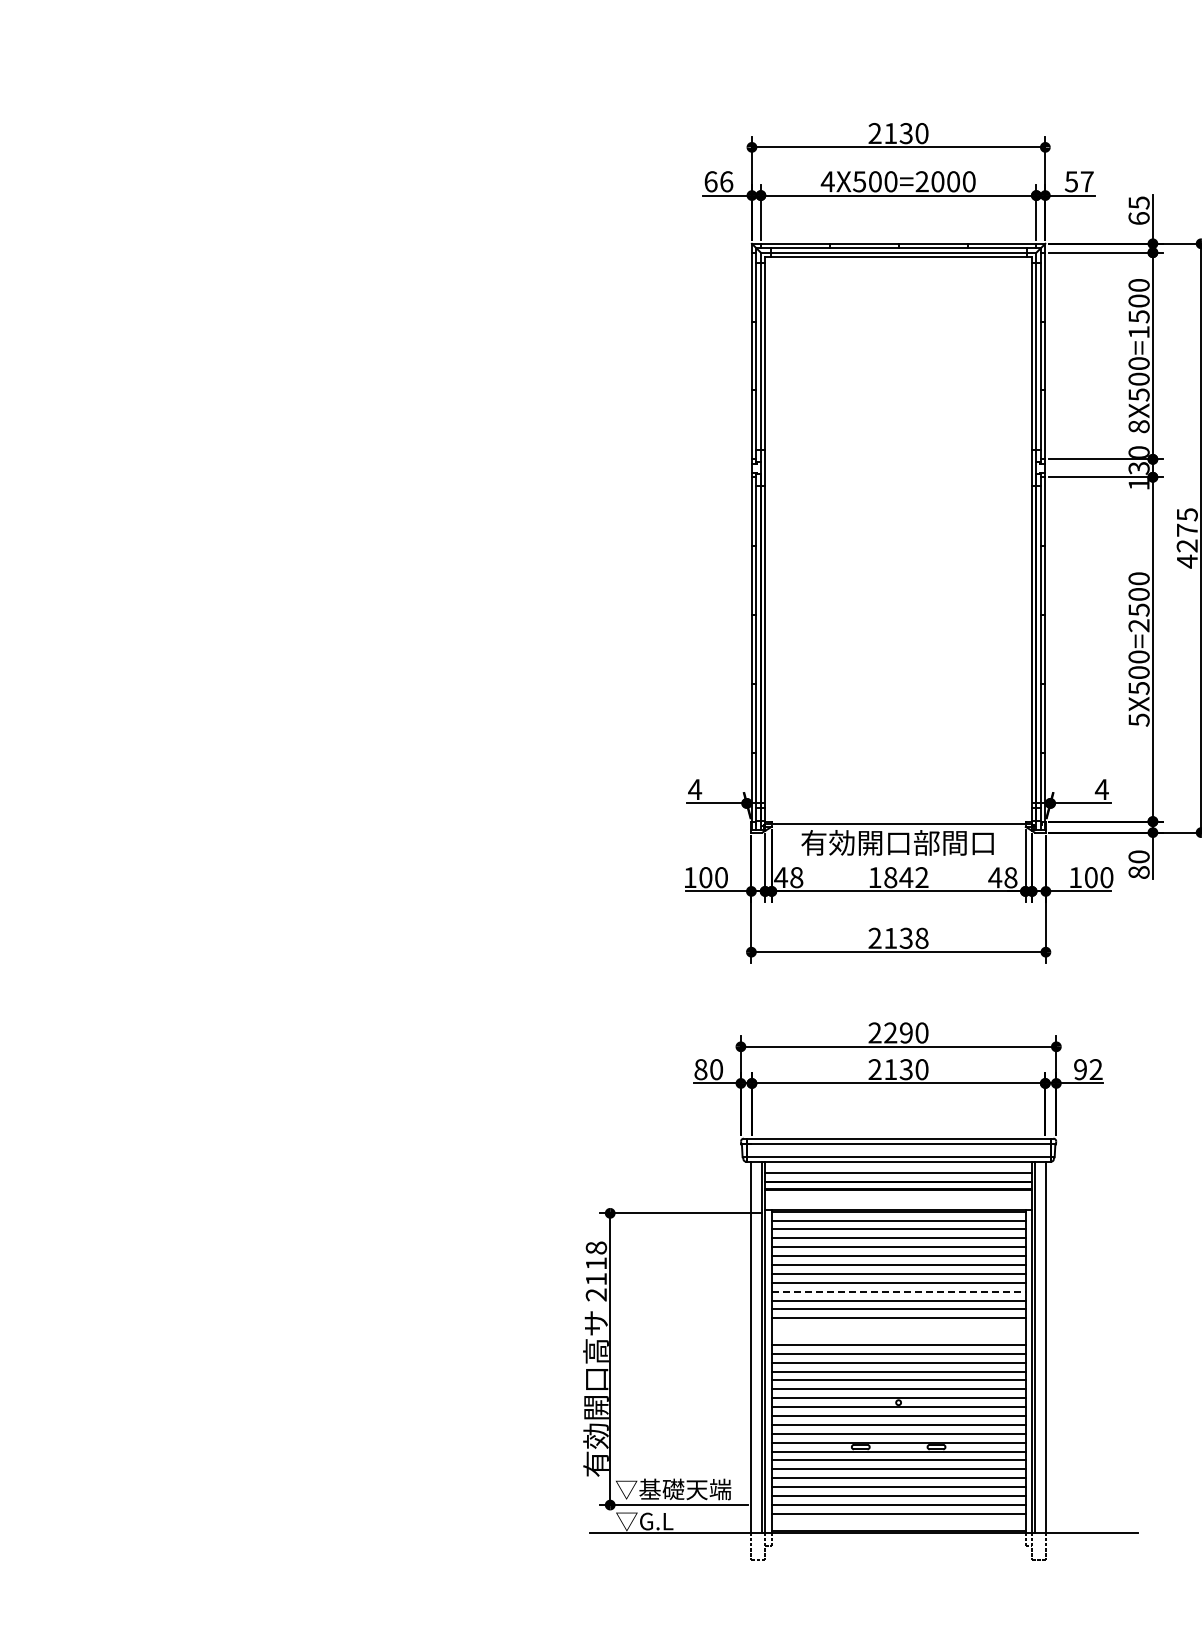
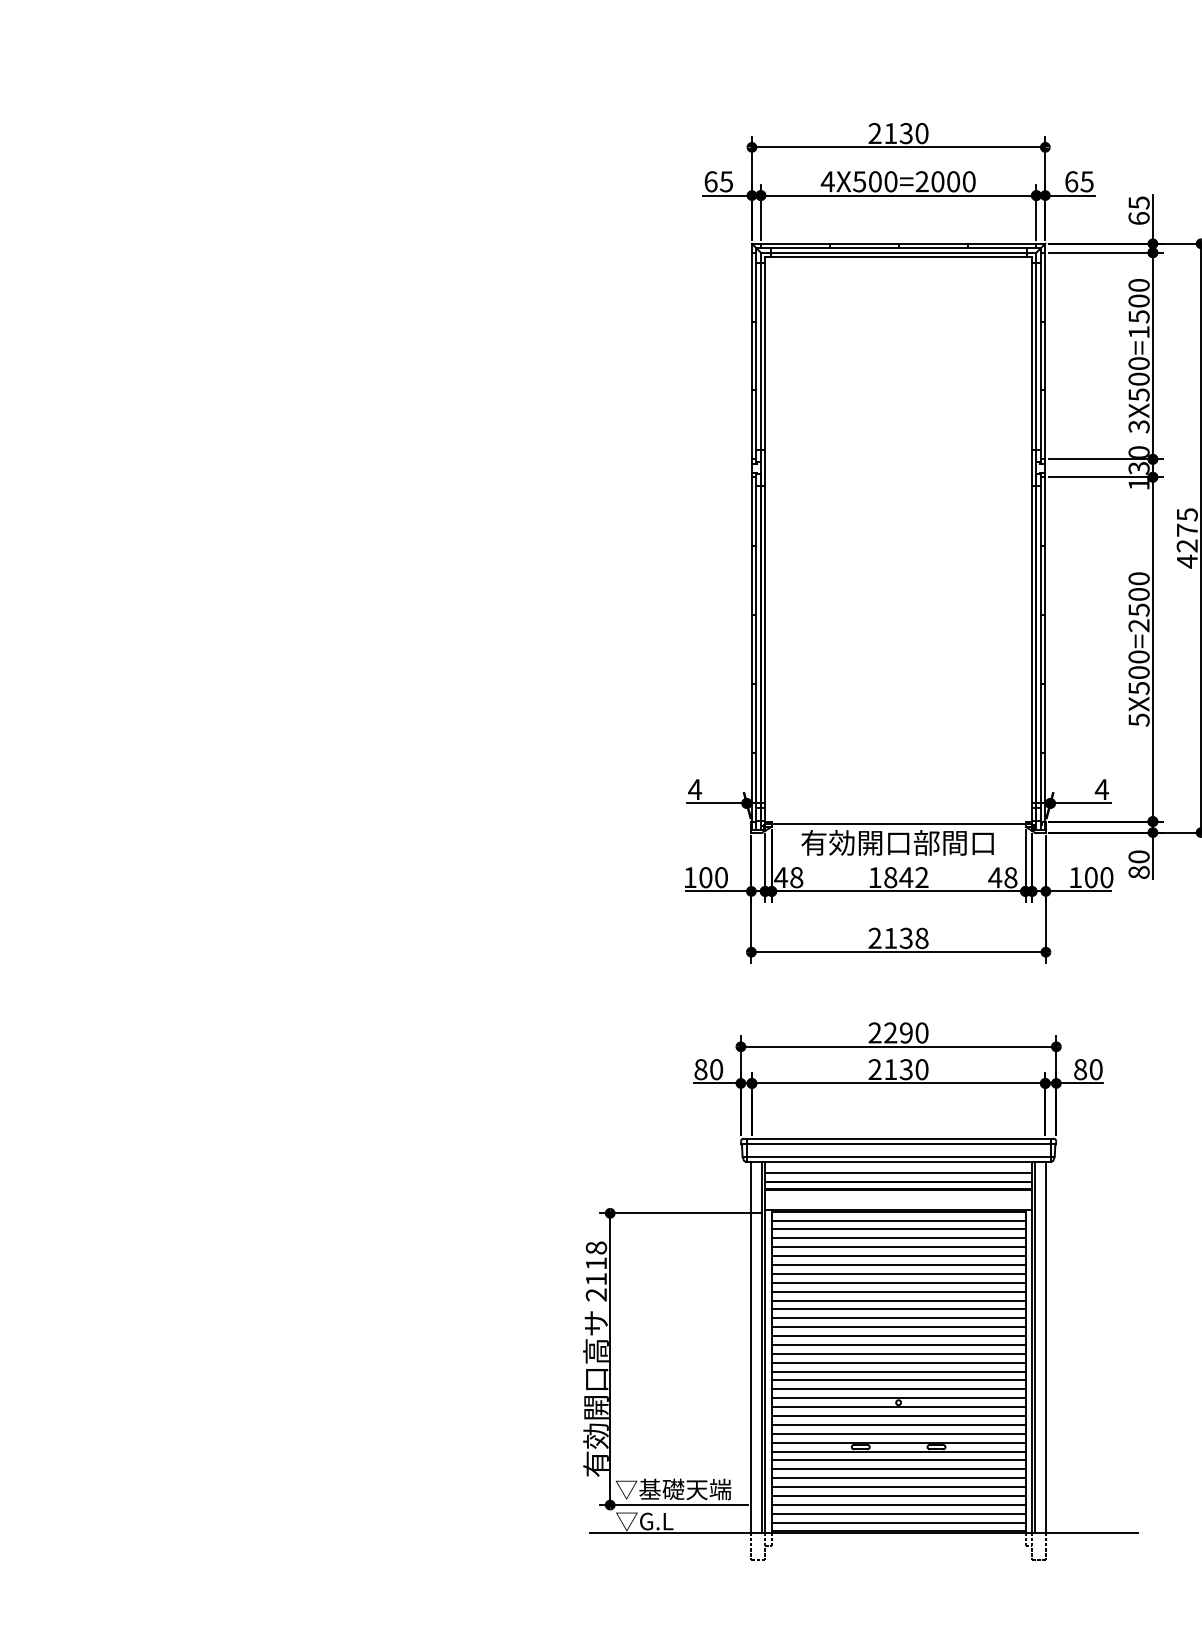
text at (726, 181): 66 -> 65
text at (1078, 181): 57 -> 65
text at (1138, 426): 8X500=1500 -> 3X500=1500
text at (1088, 1069): 92 -> 80
line at (898, 1291): dashed -> solid
line at (898, 1327): none -> present
line at (898, 1336): none -> present
line at (898, 1522): none -> present
